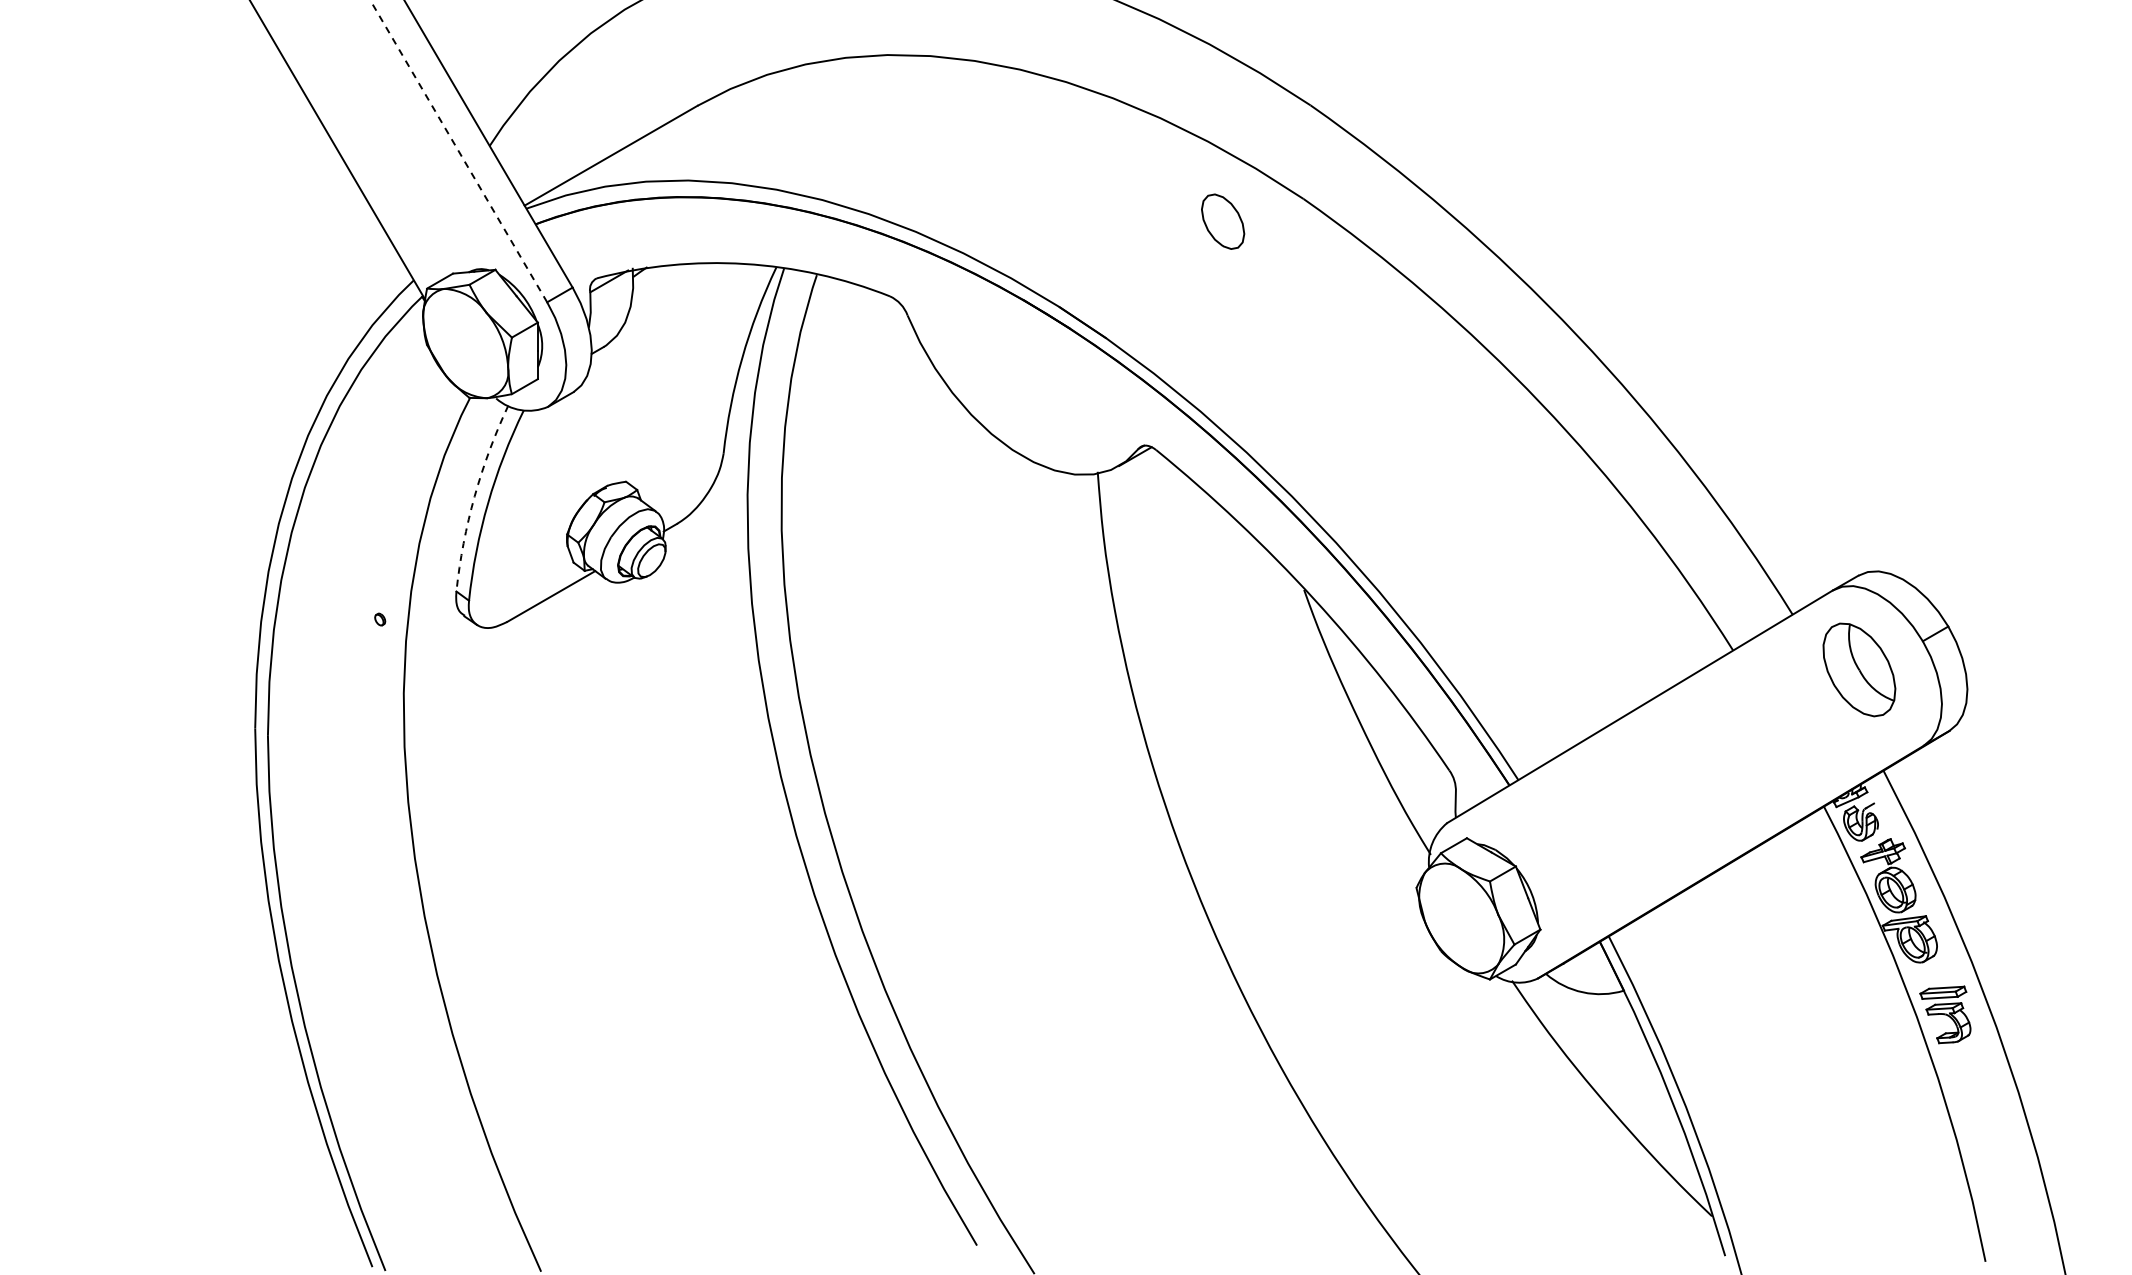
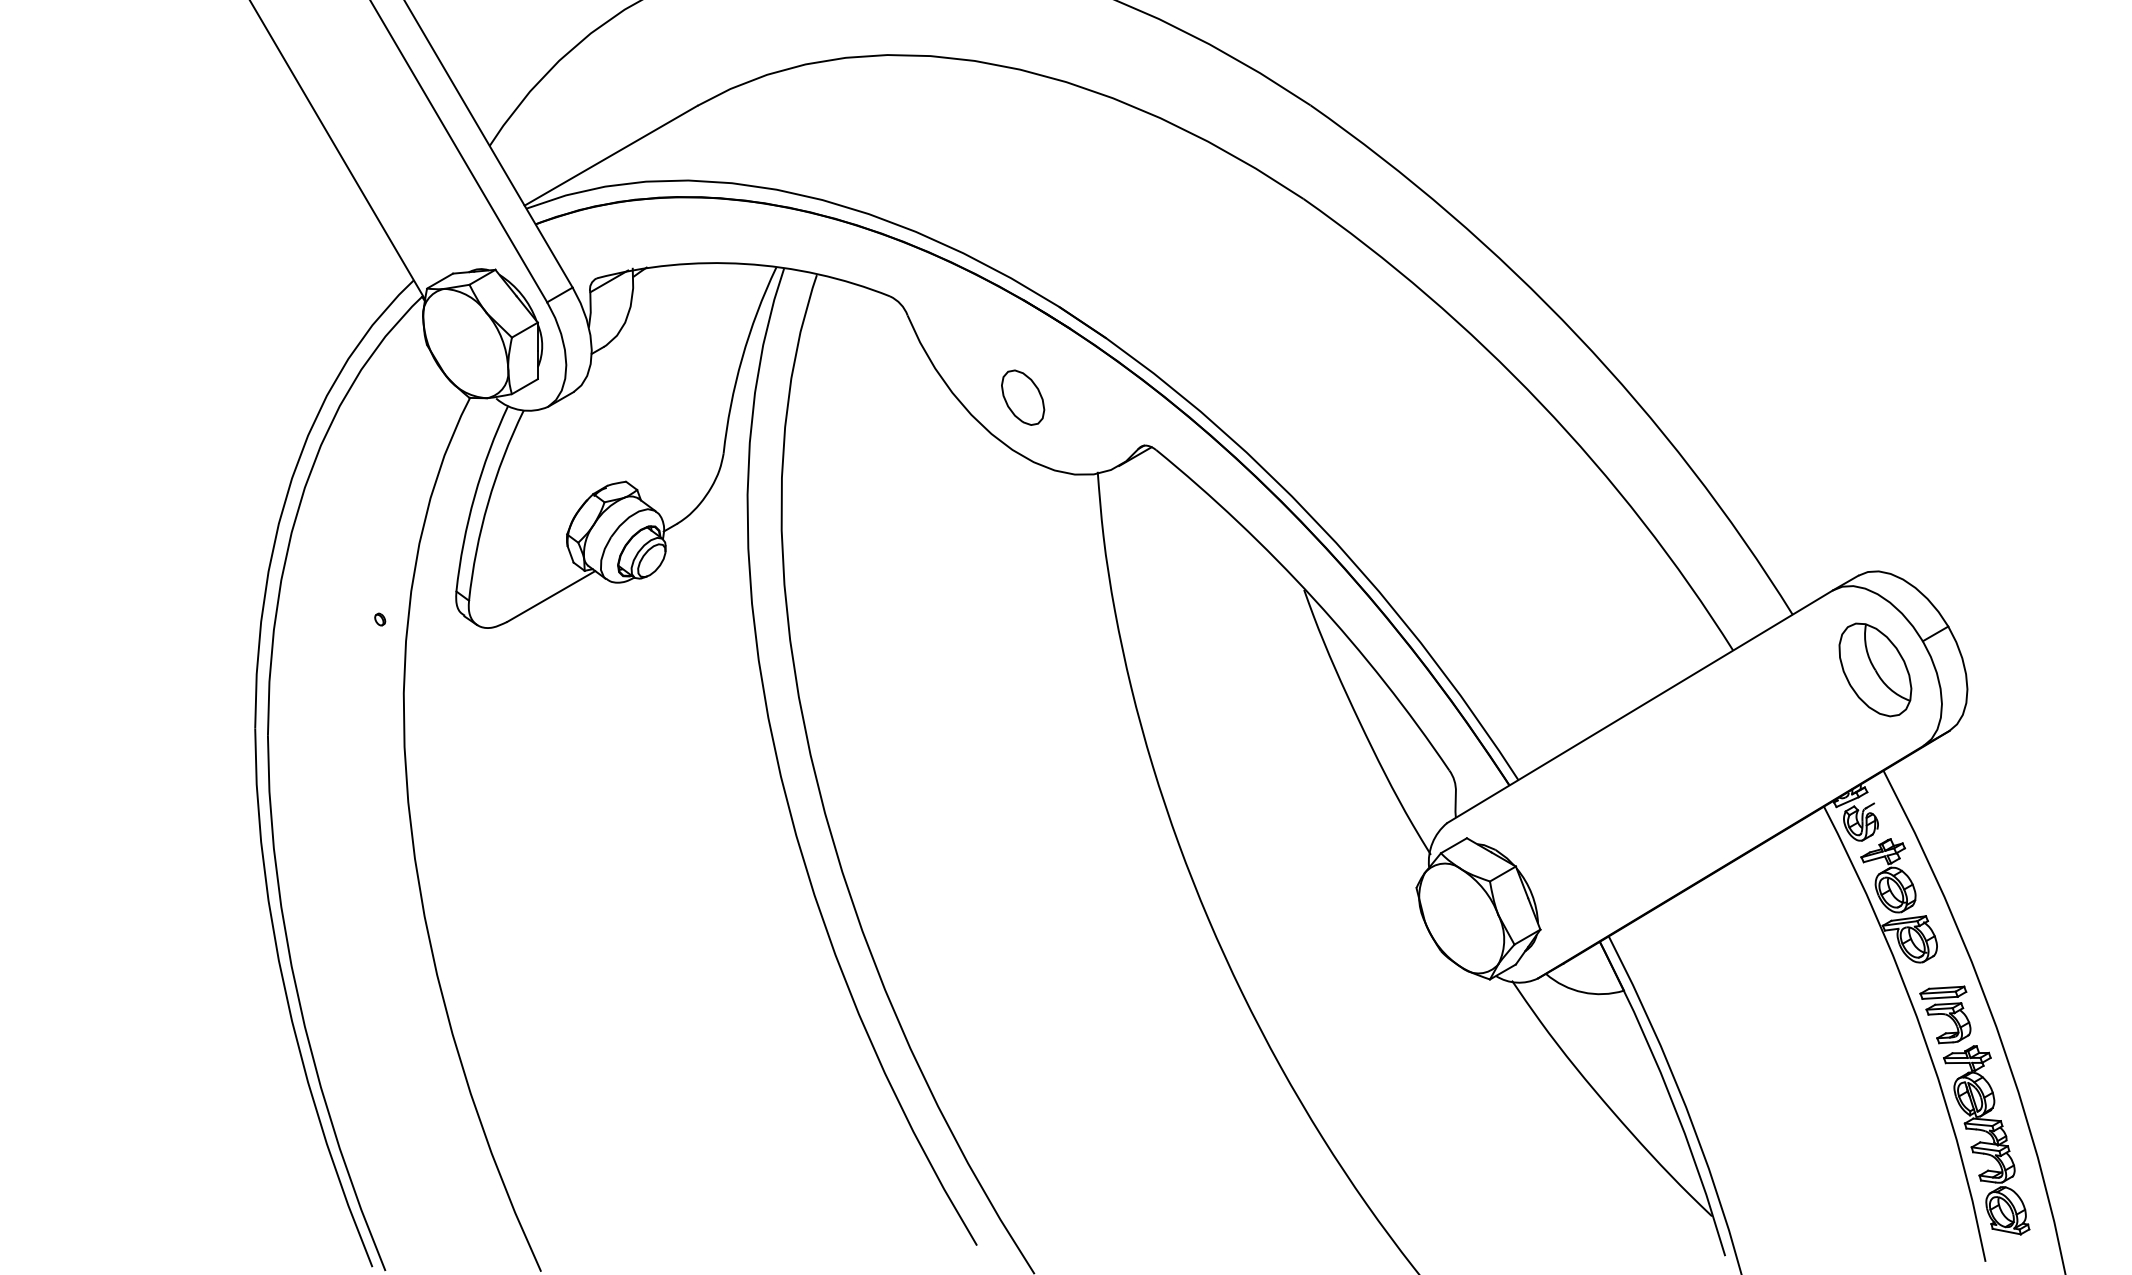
line at (458, 151): dashed -> solid
part at (1223, 221) position: (1223, 221) -> (1023, 397)
arc at (474, 496): dashed -> solid
part at (1859, 669) position: (1859, 669) -> (1875, 669)
part at (1986, 1140): none -> present
